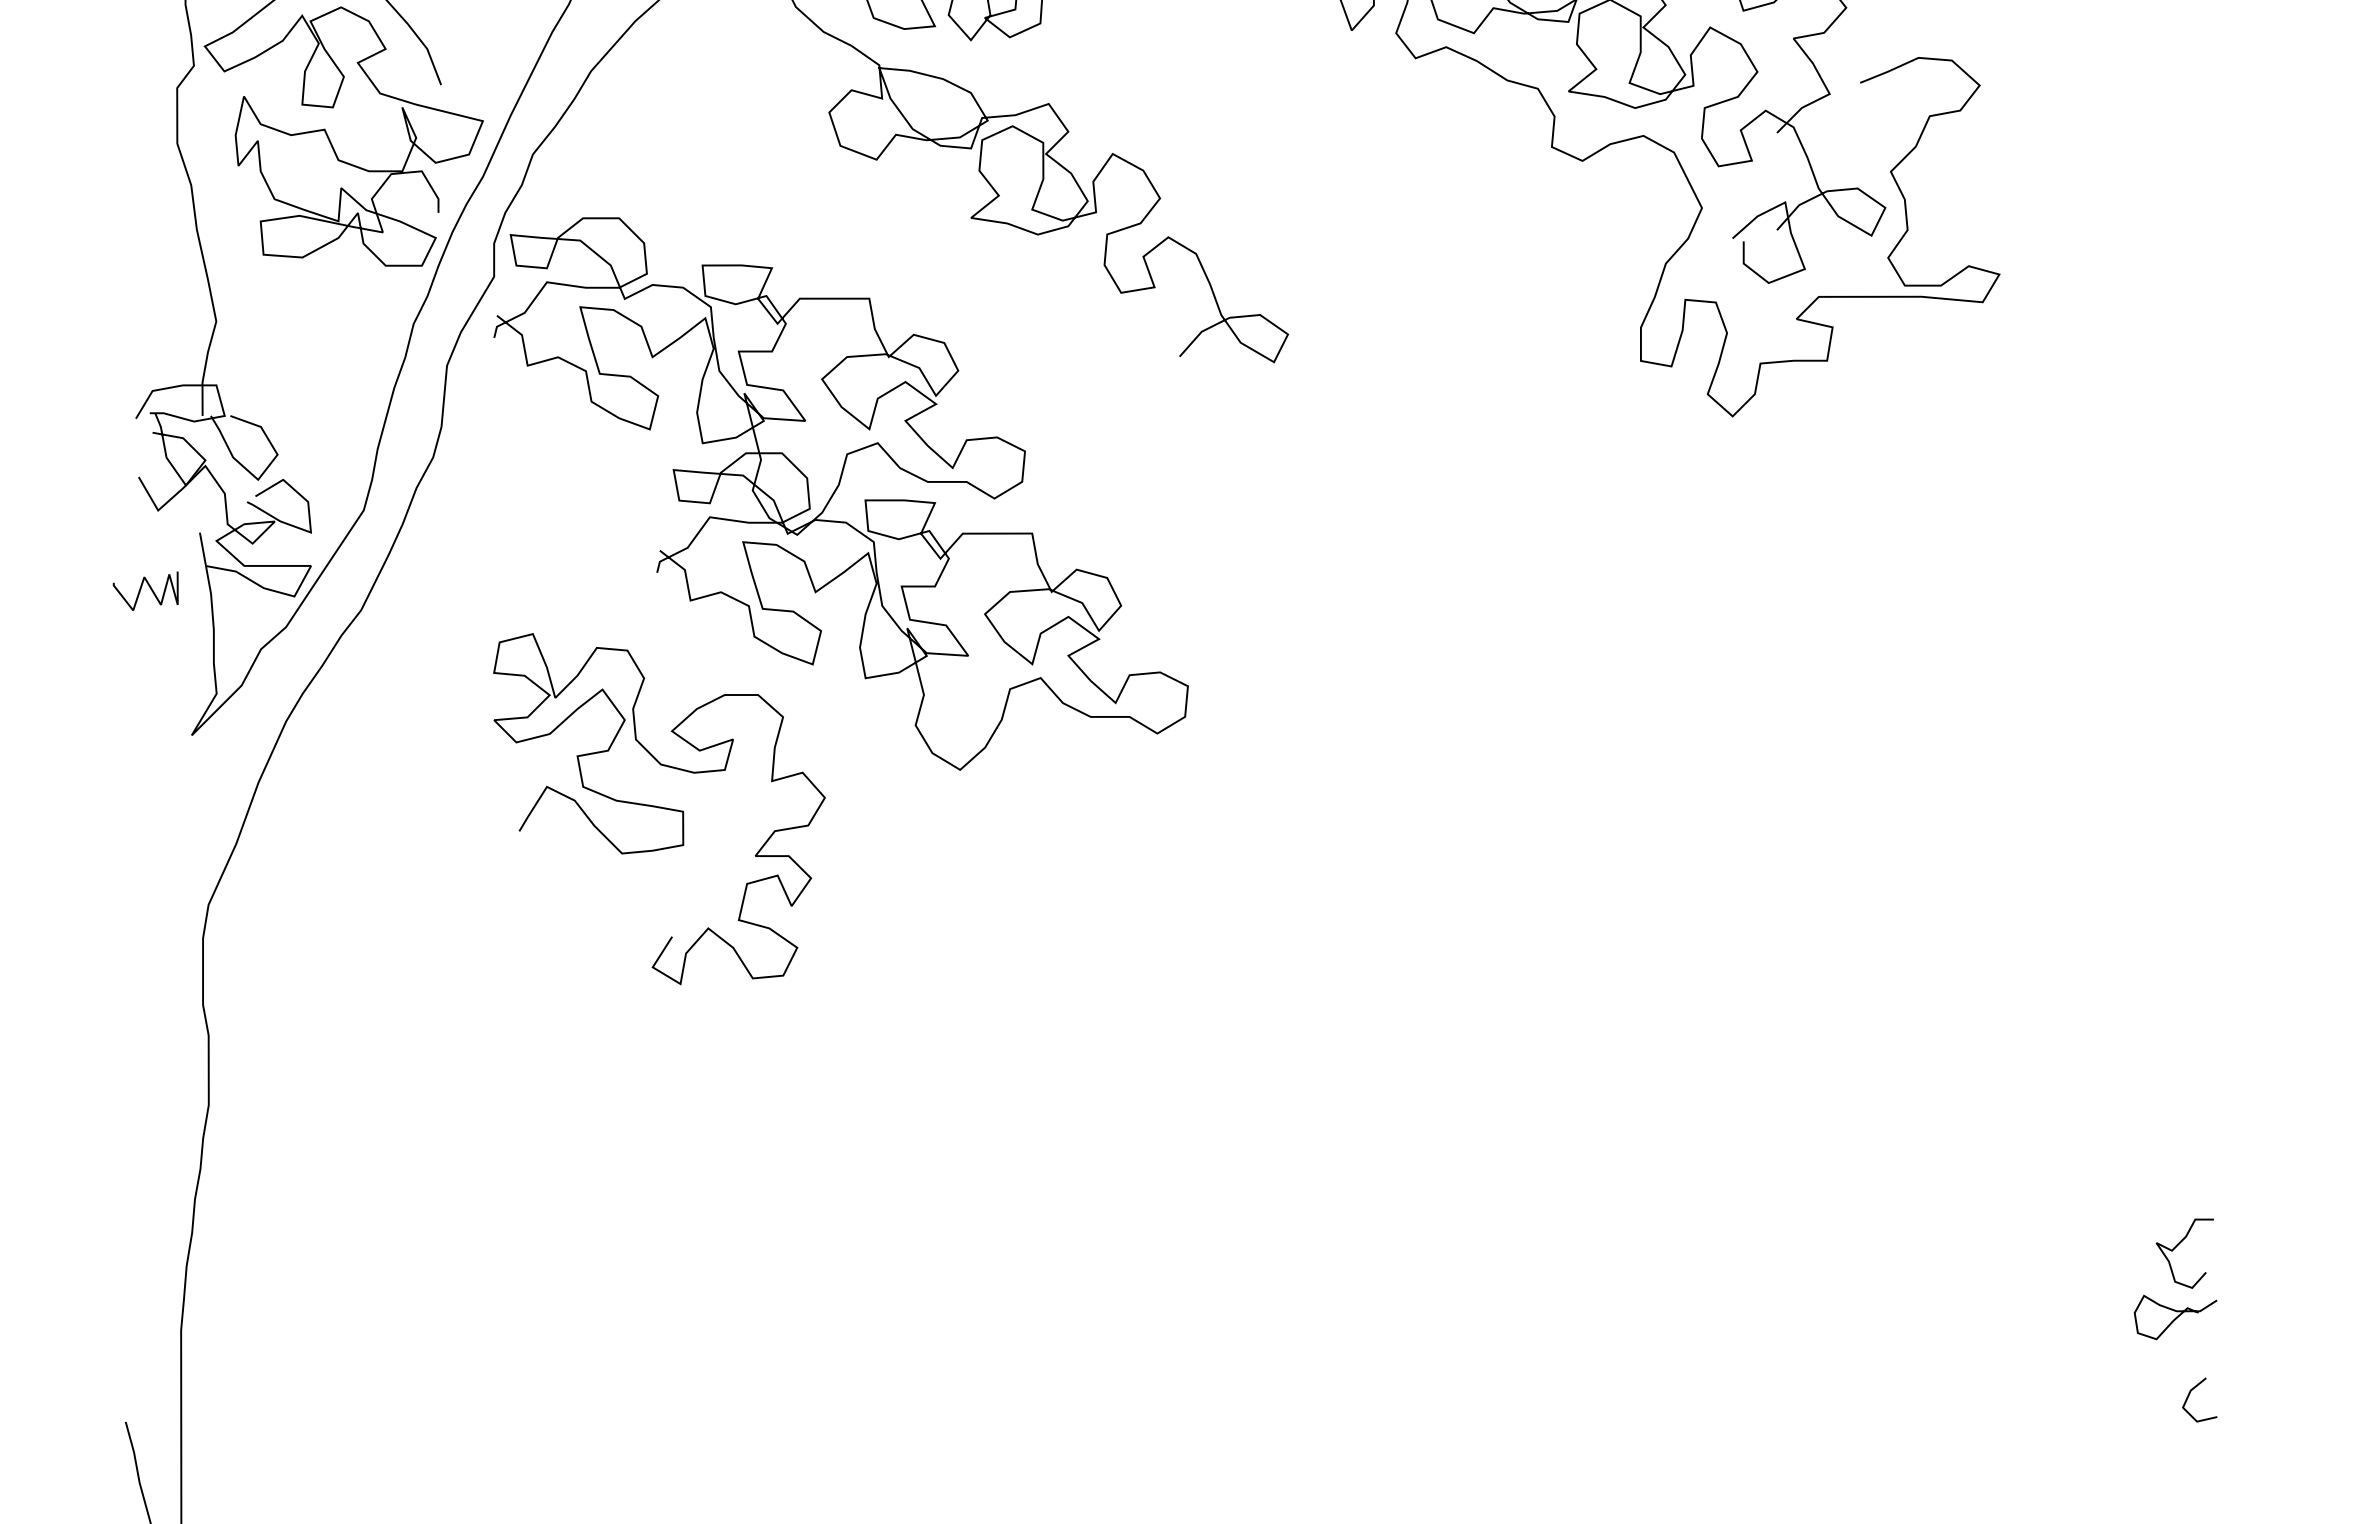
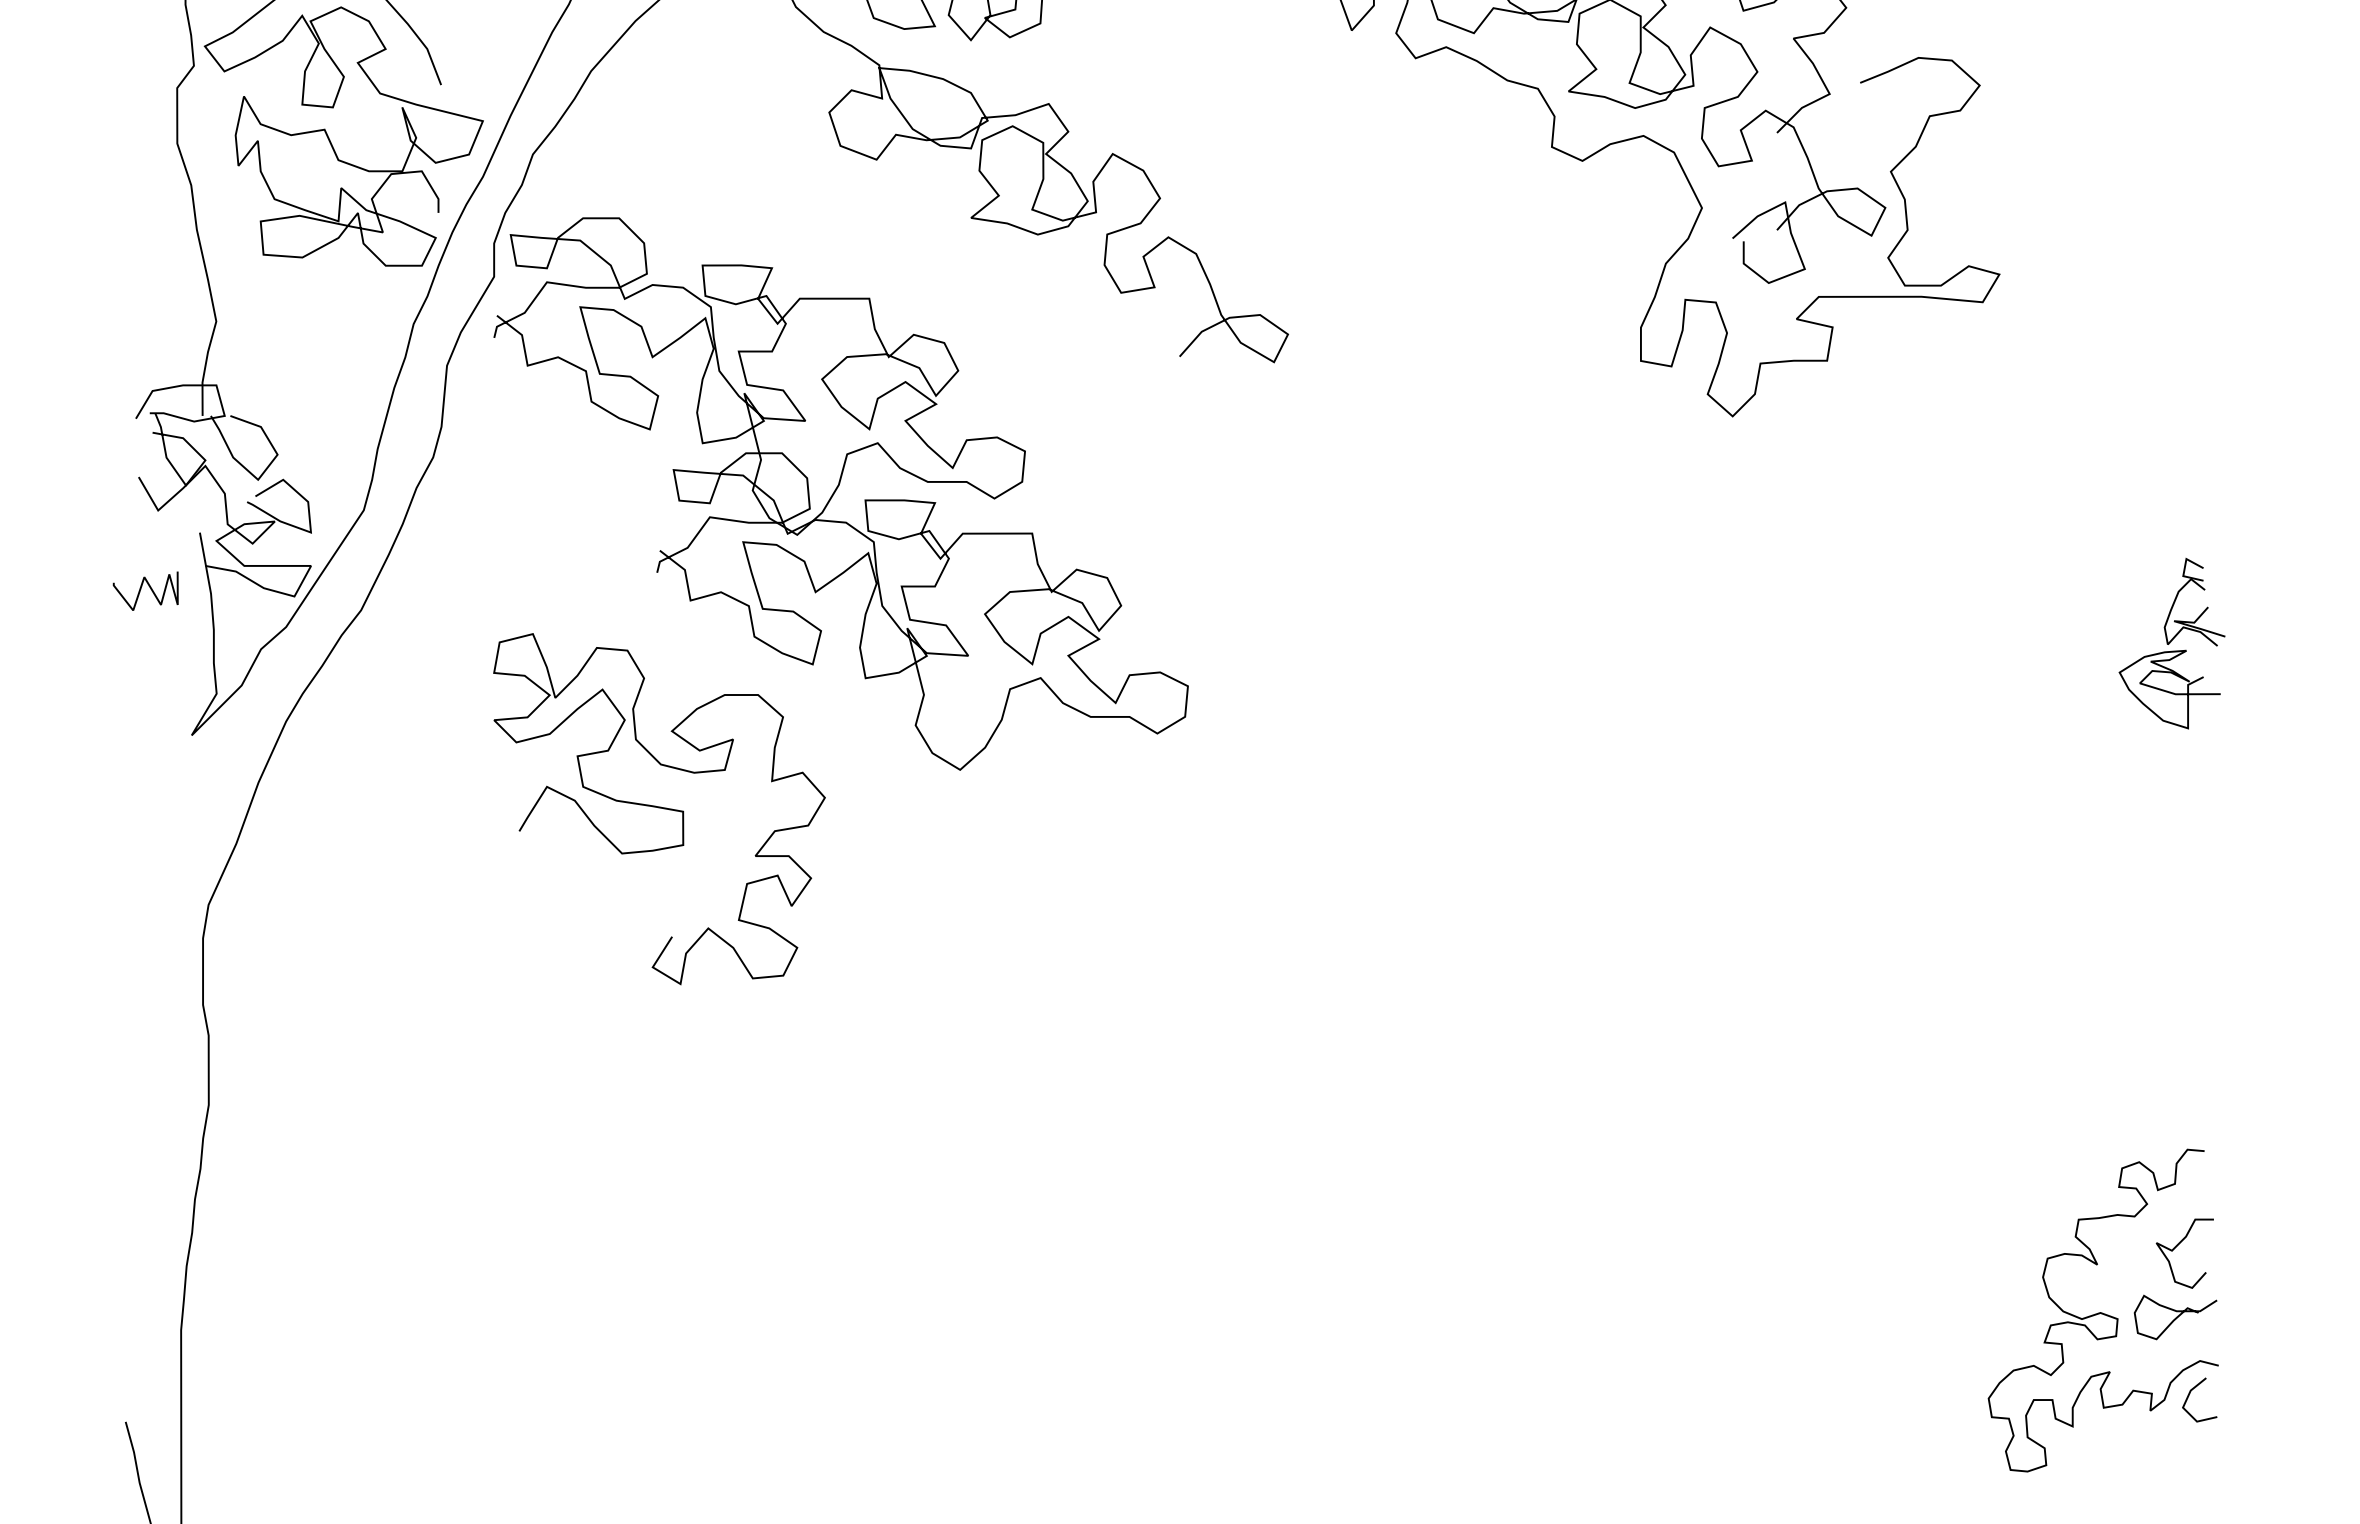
part at (2171, 643): none -> present
curve at (2102, 1312): none -> present
